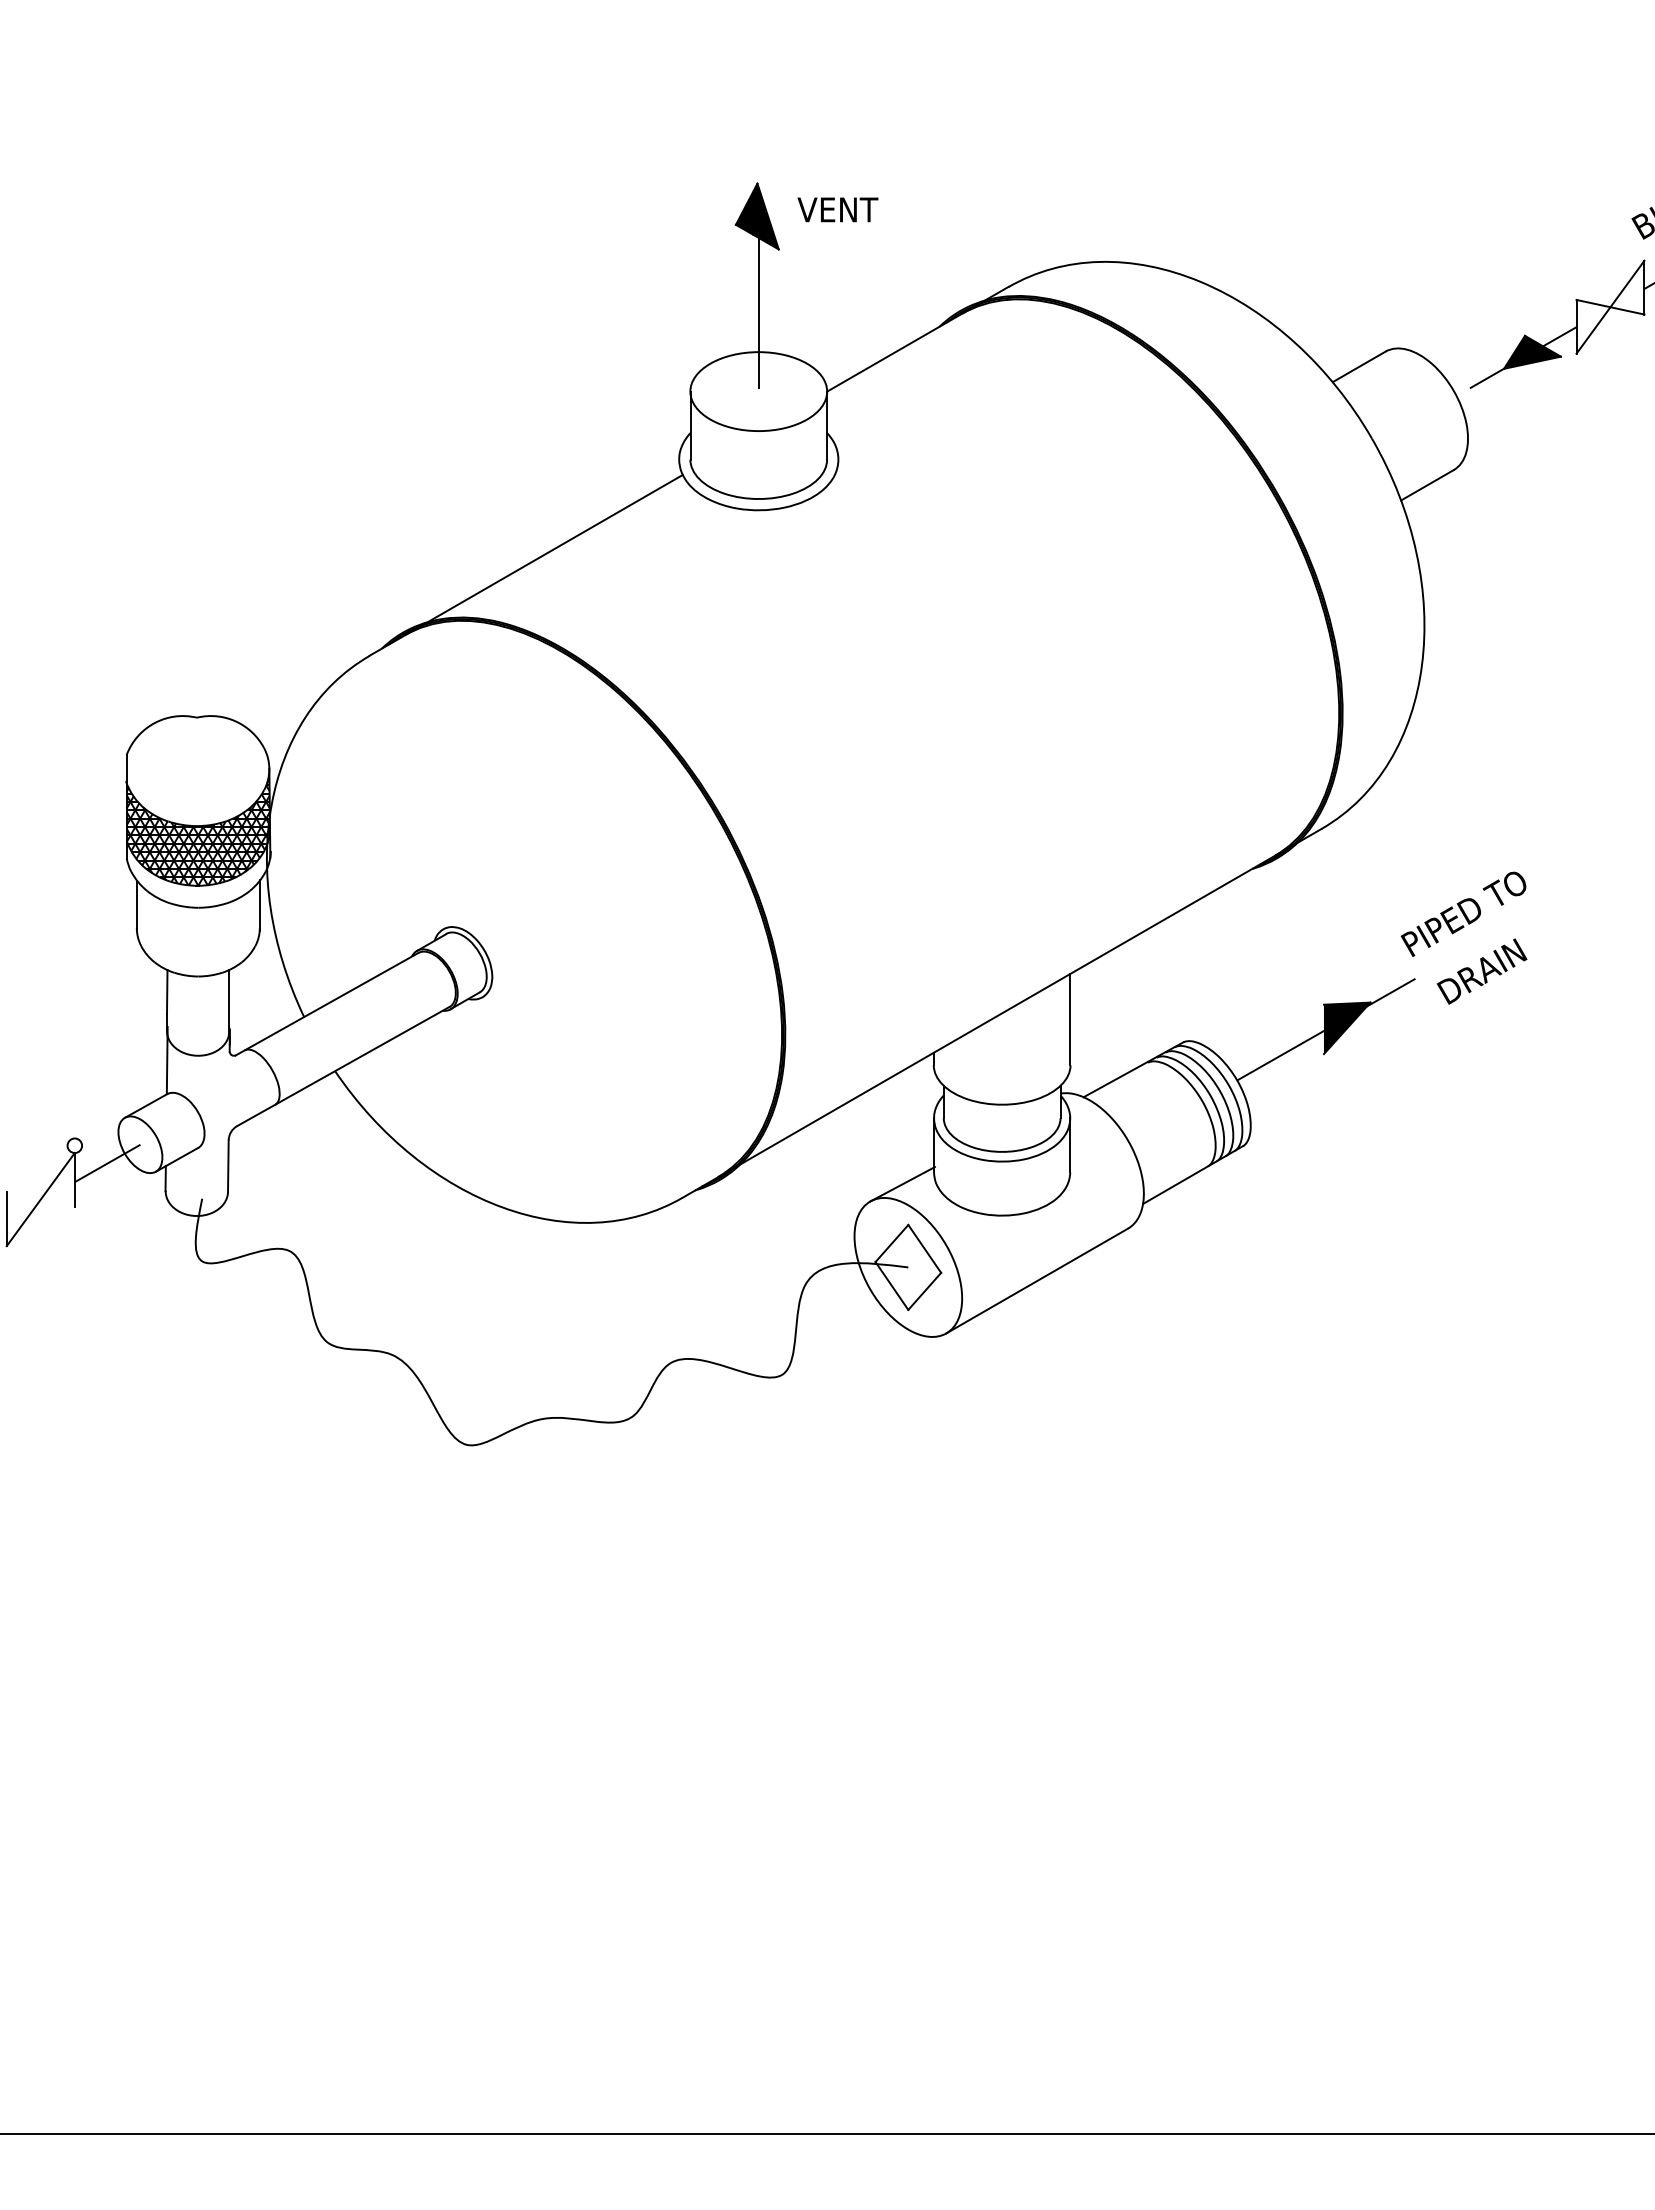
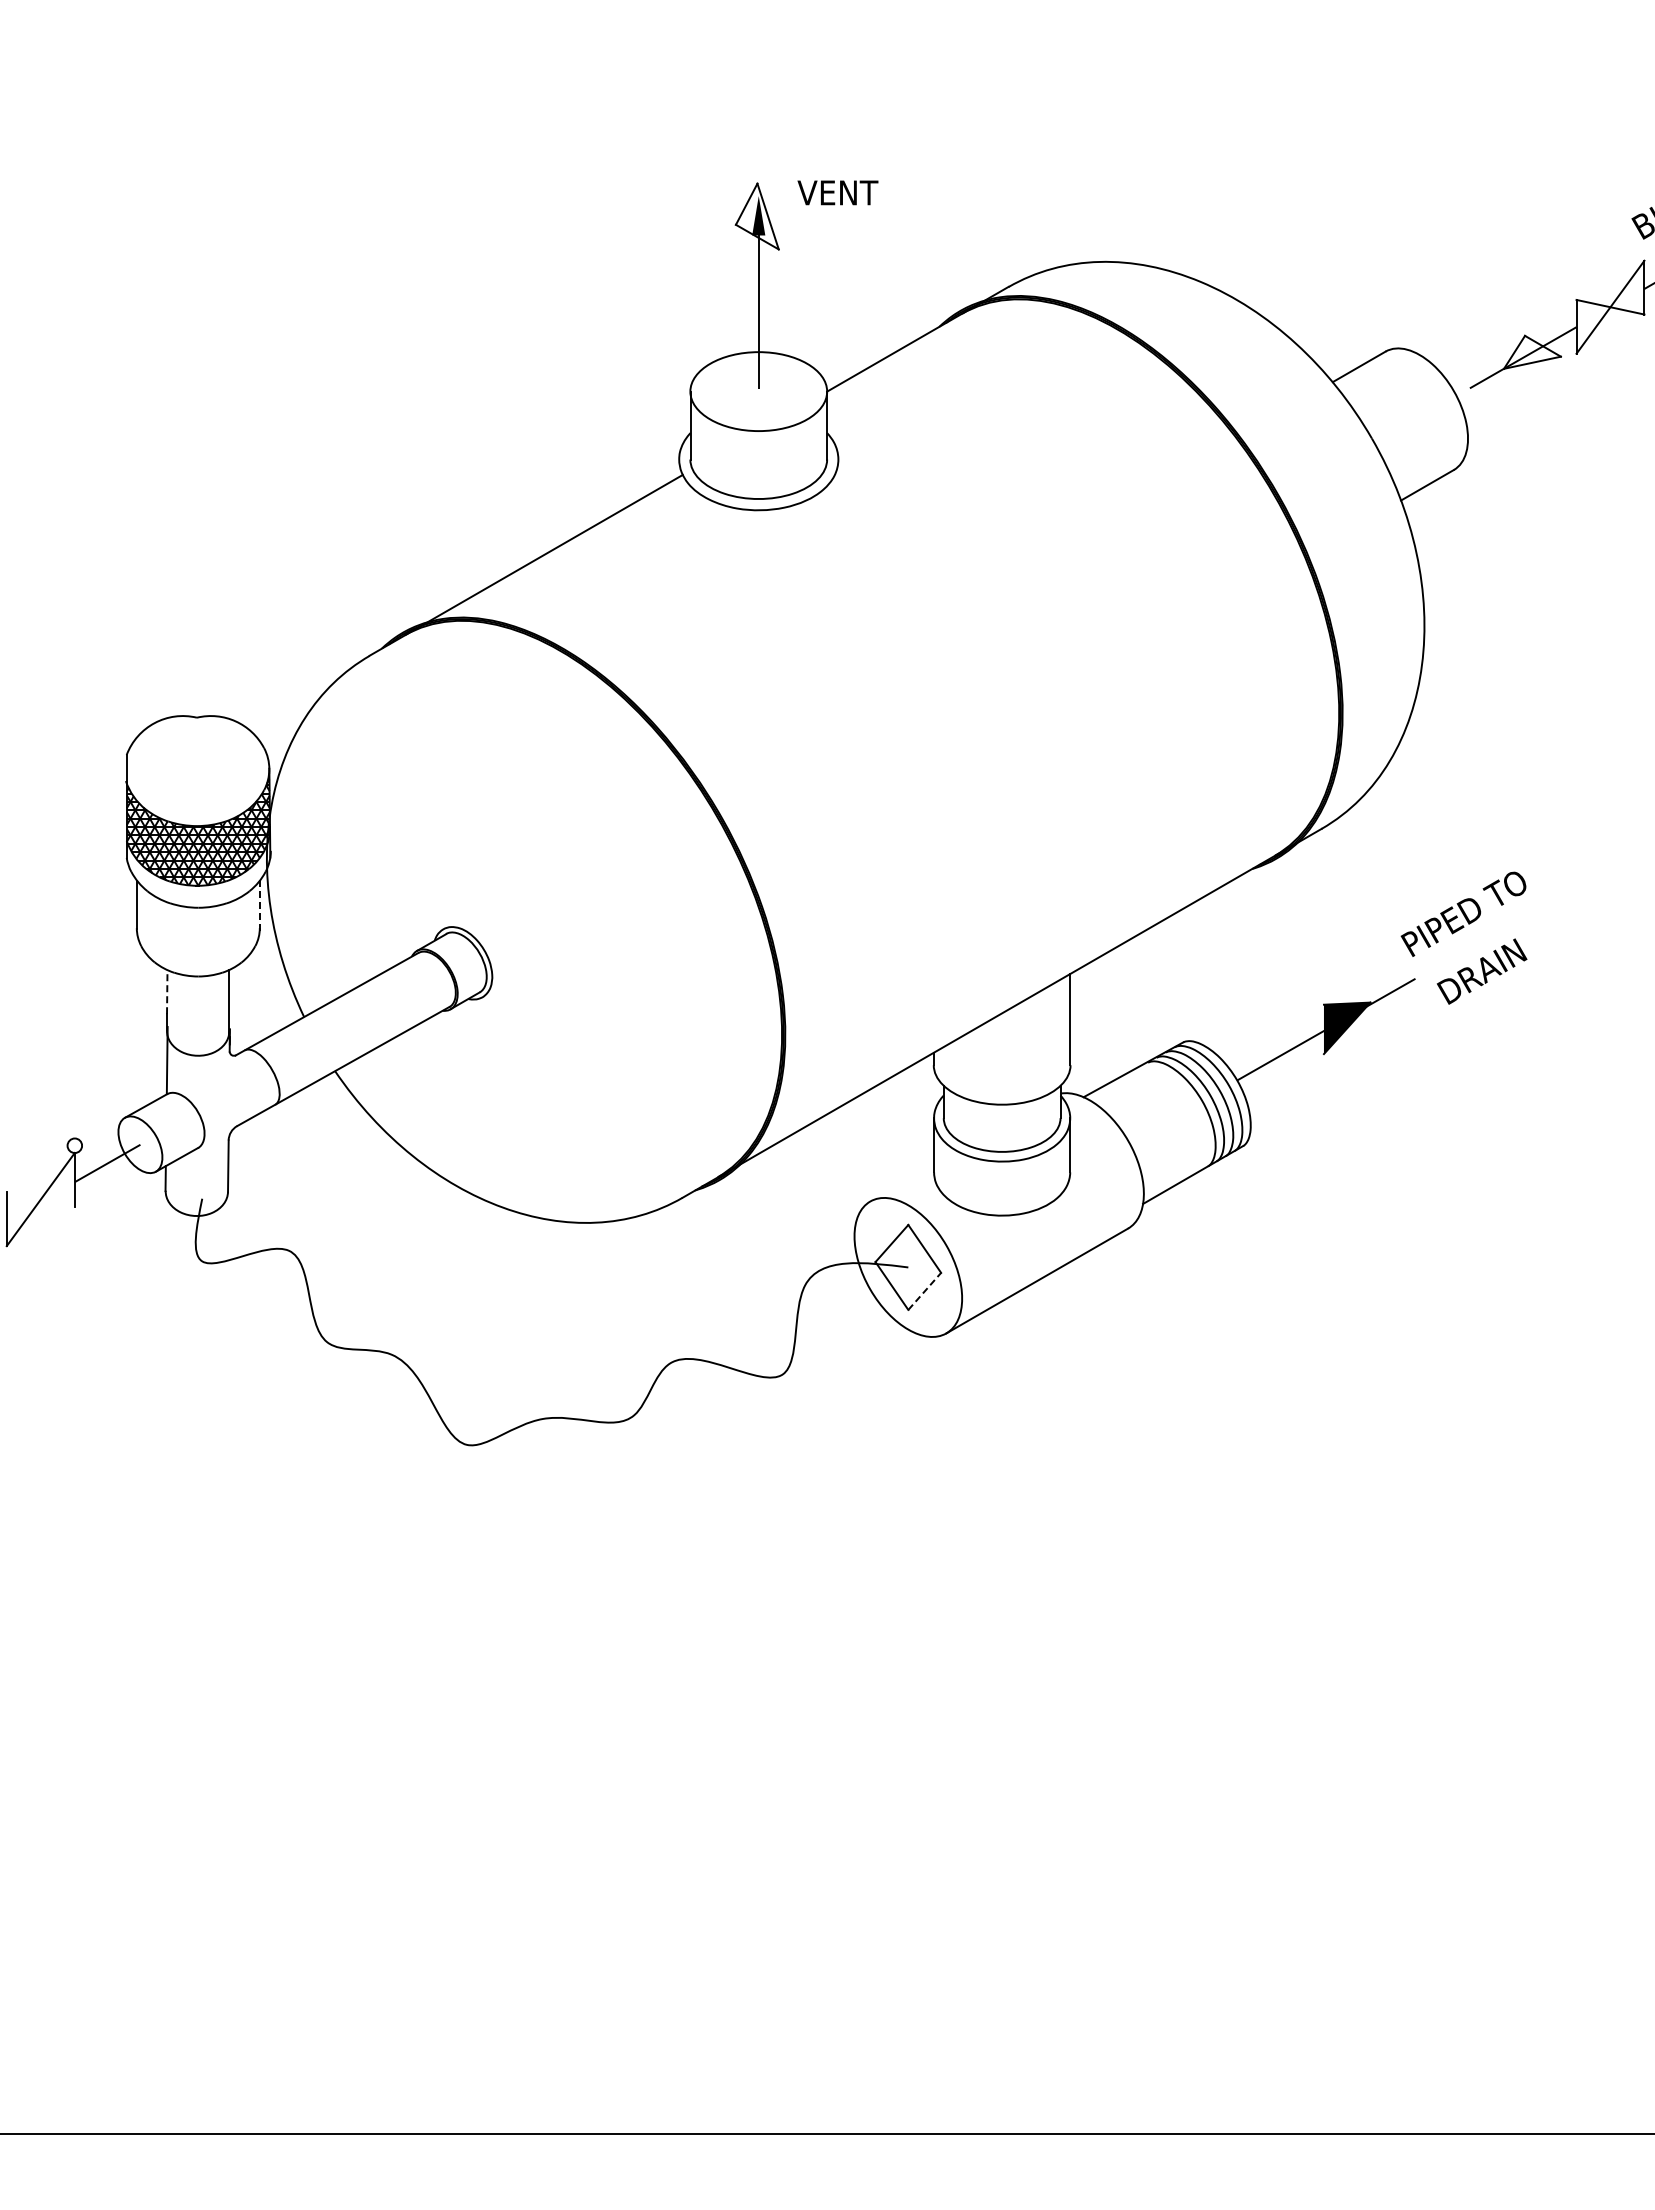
text at (837, 209) position: (837, 209) -> (837, 192)
fill at (756, 216): present -> none
fill at (1532, 351): present -> none
line at (260, 905): solid -> dashed
line at (167, 991): solid -> dashed
line at (902, 1184): present -> none
line at (924, 1291): solid -> dashed
